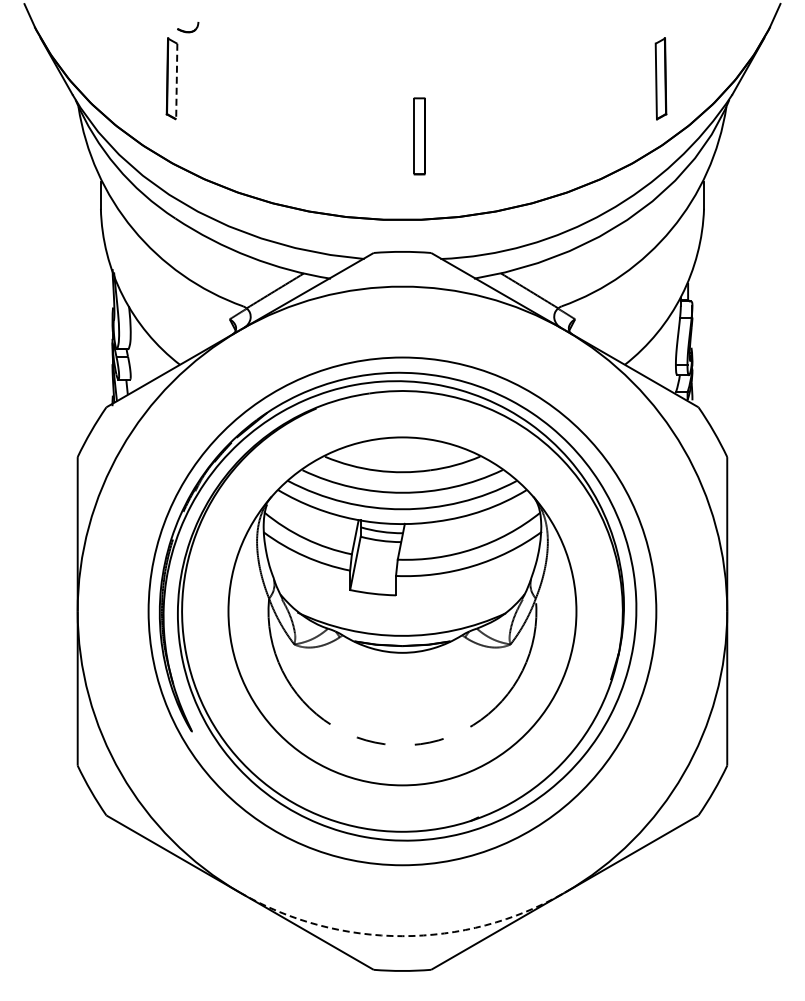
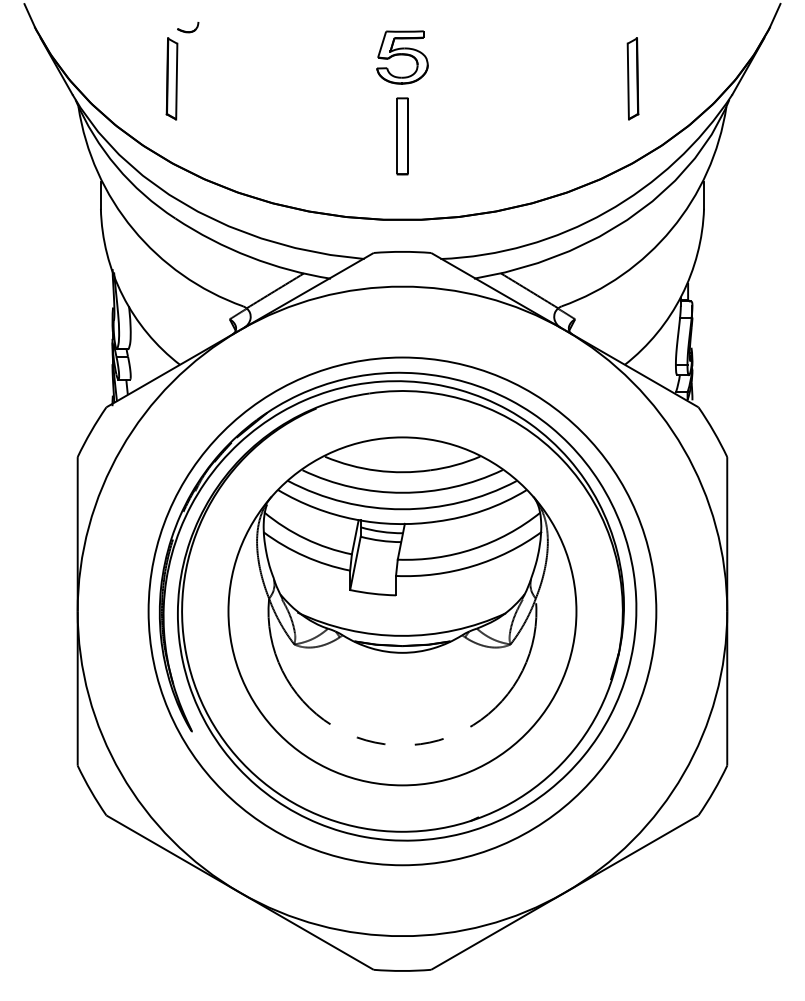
part at (402, 57): none -> present
part at (660, 78) position: (660, 78) -> (632, 78)
line at (176, 81): dashed -> solid
part at (419, 136) position: (419, 136) -> (402, 136)
arc at (402, 936): dashed -> solid
